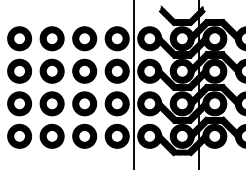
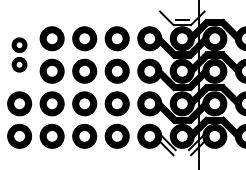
hatch at (182, 15): present -> none
part at (19, 54) size: 25x58 px -> 17x36 px
line at (133, 84): present -> none
hatch at (182, 145): present -> none
